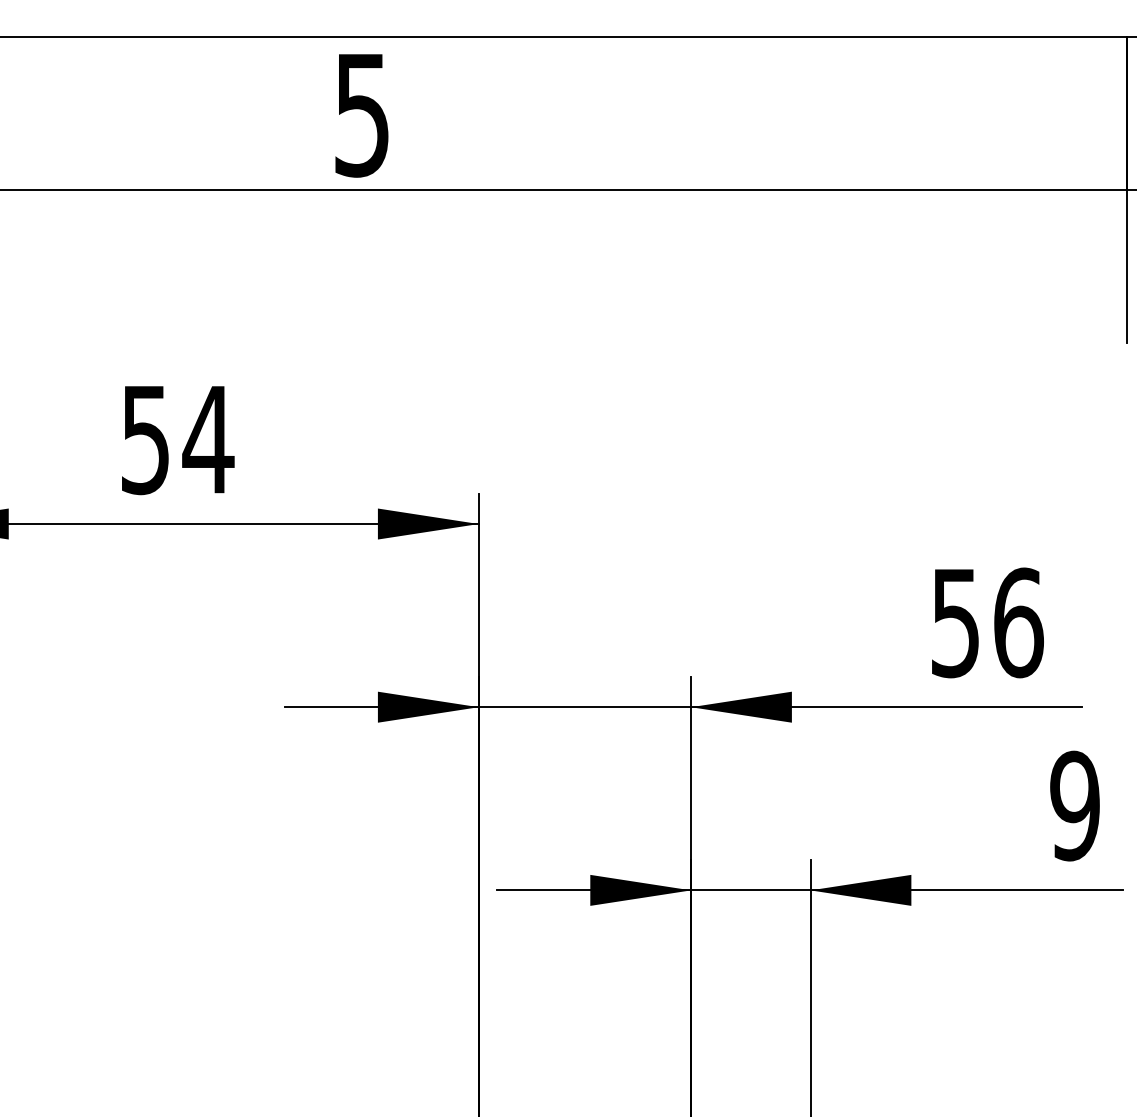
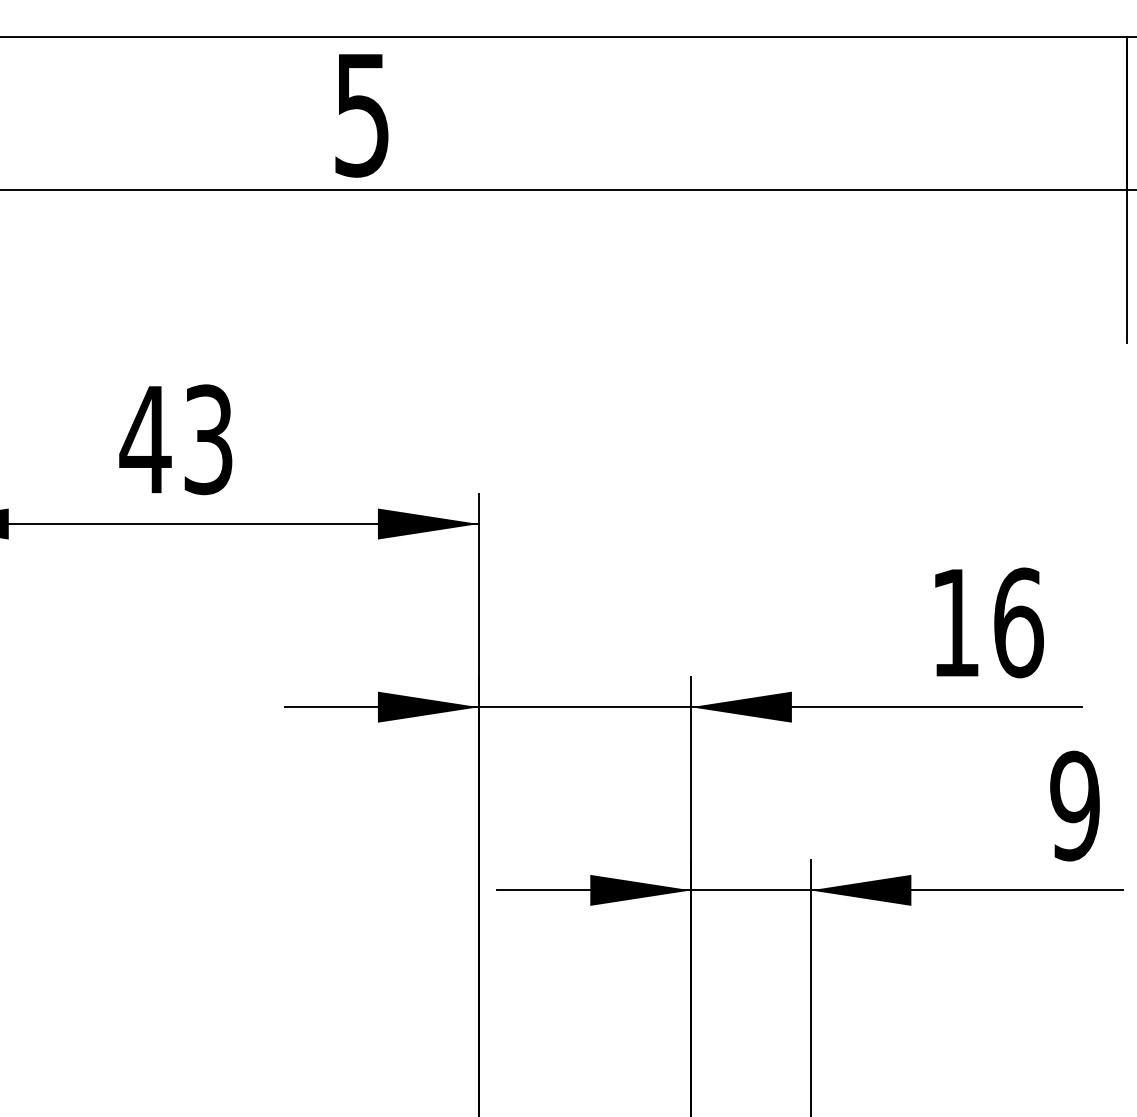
text at (176, 439): 54 -> 43
text at (955, 623): 56 -> 16
